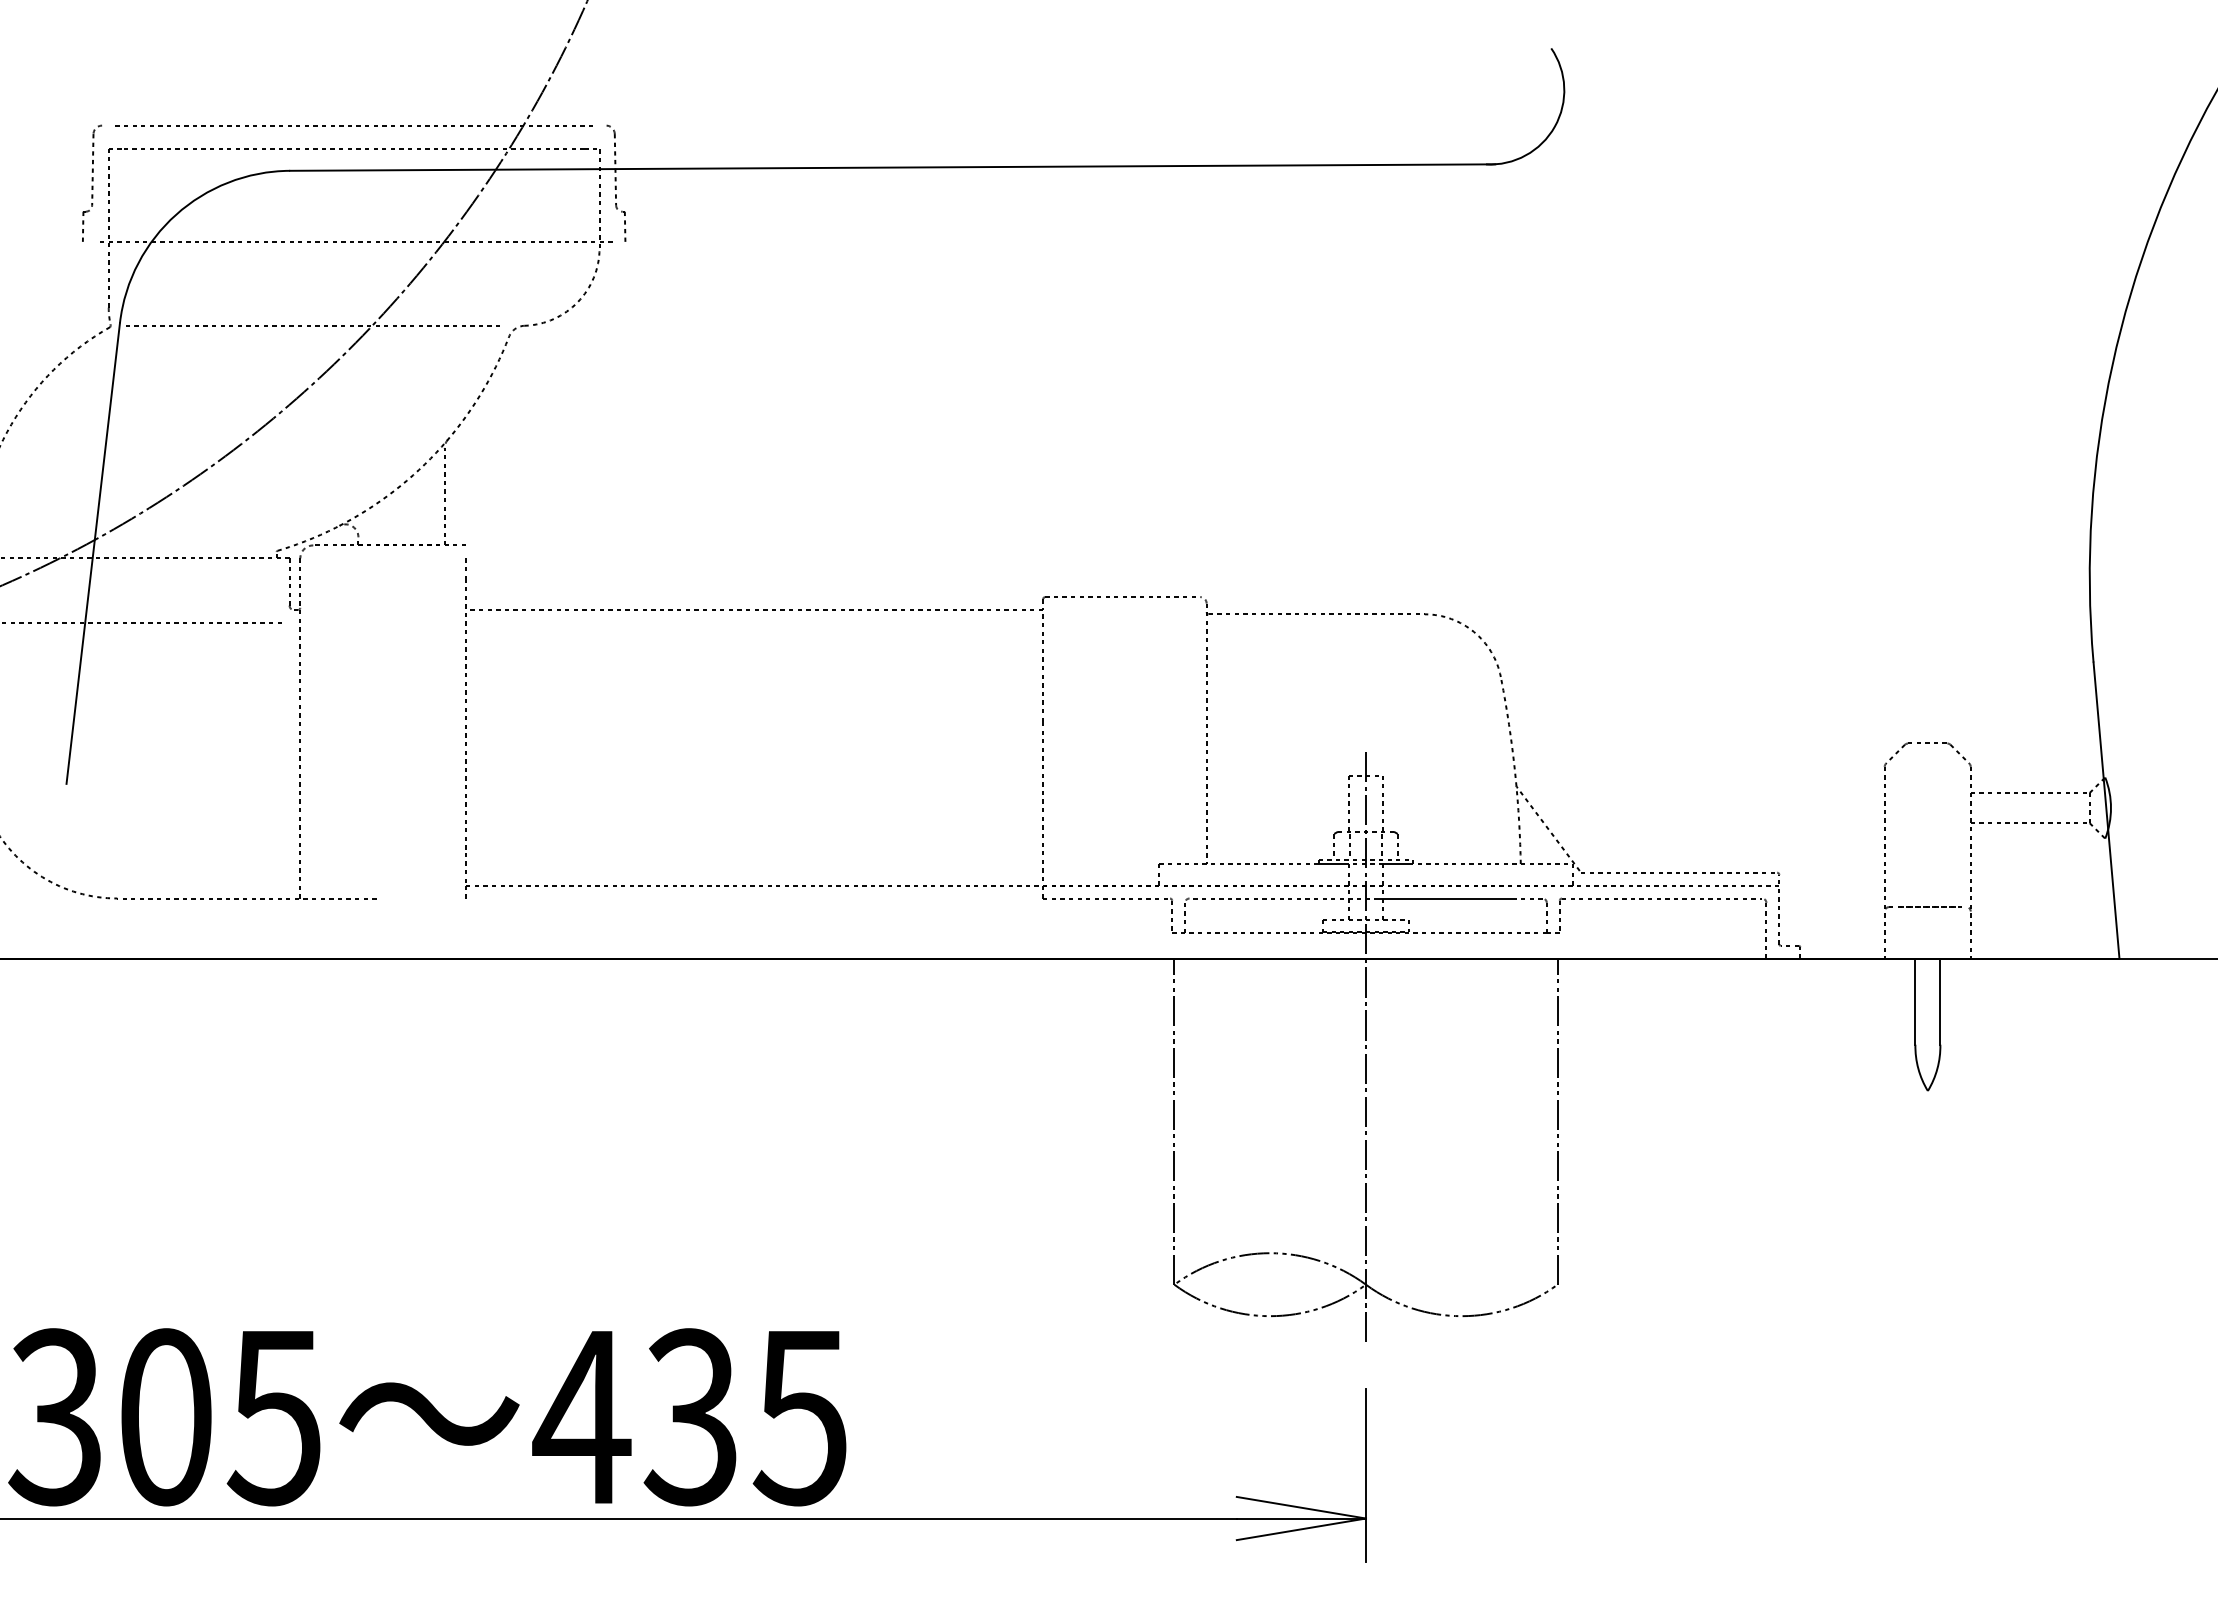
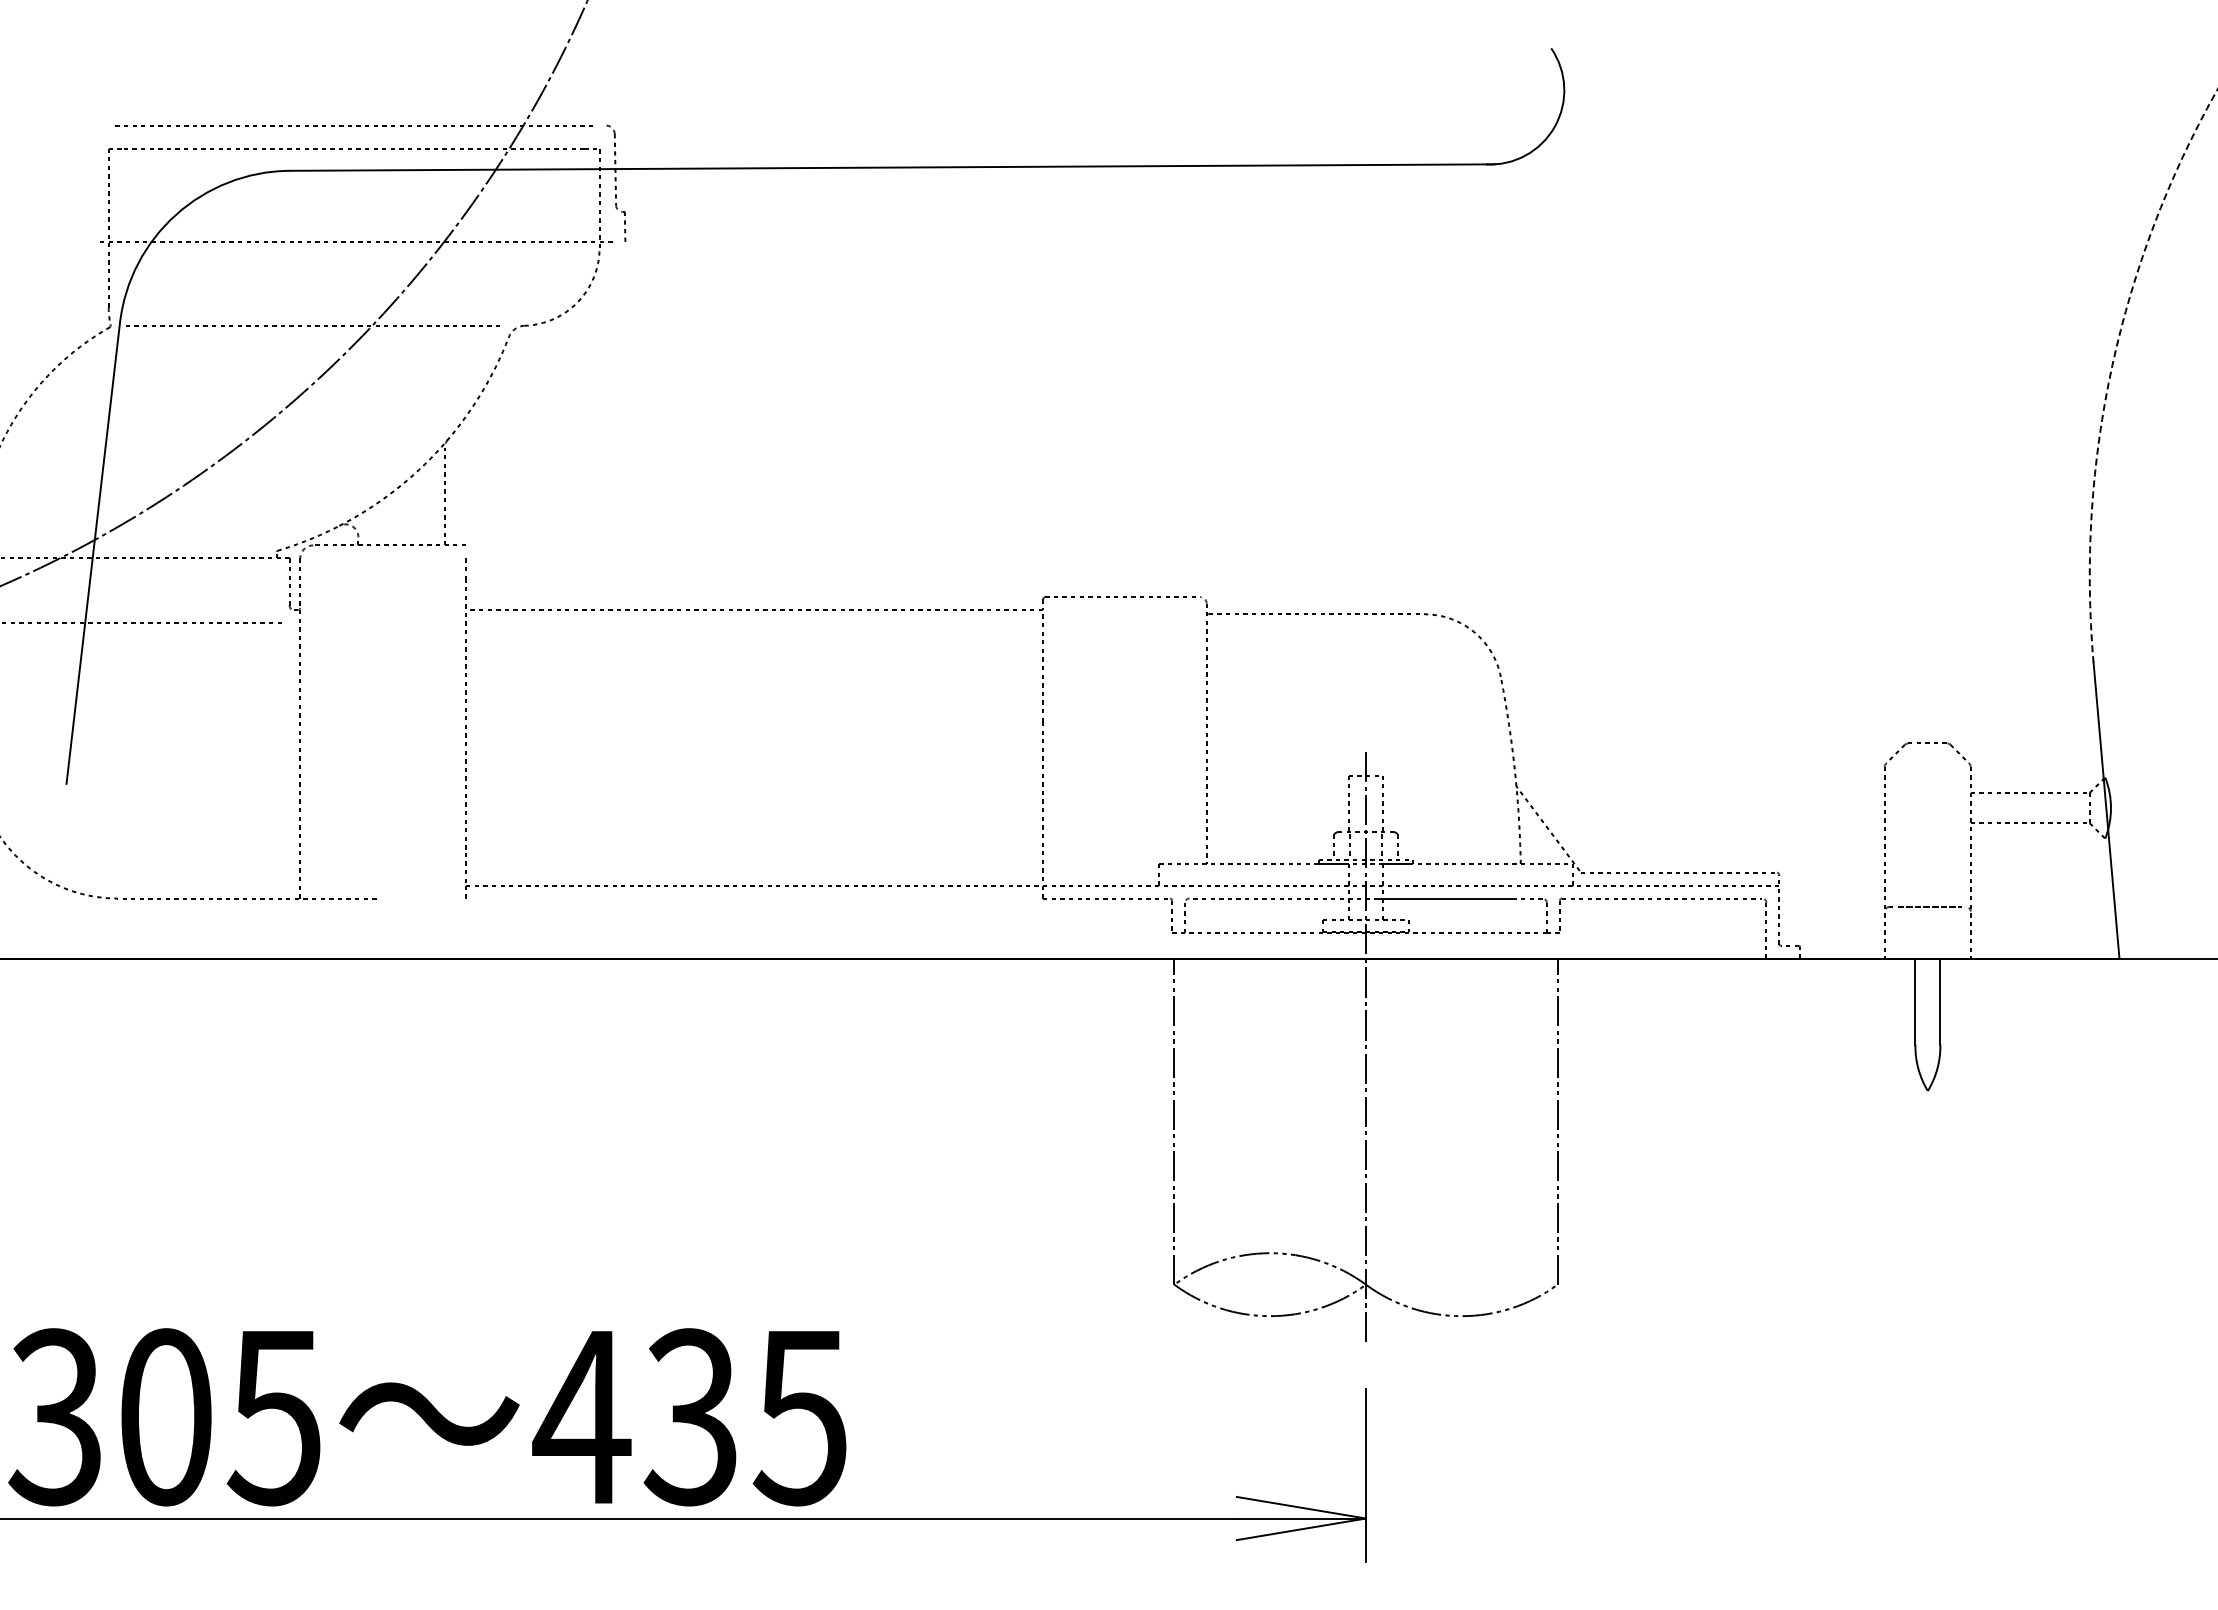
part at (91, 182): present -> none
arc at (2112, 364): solid -> dashed
